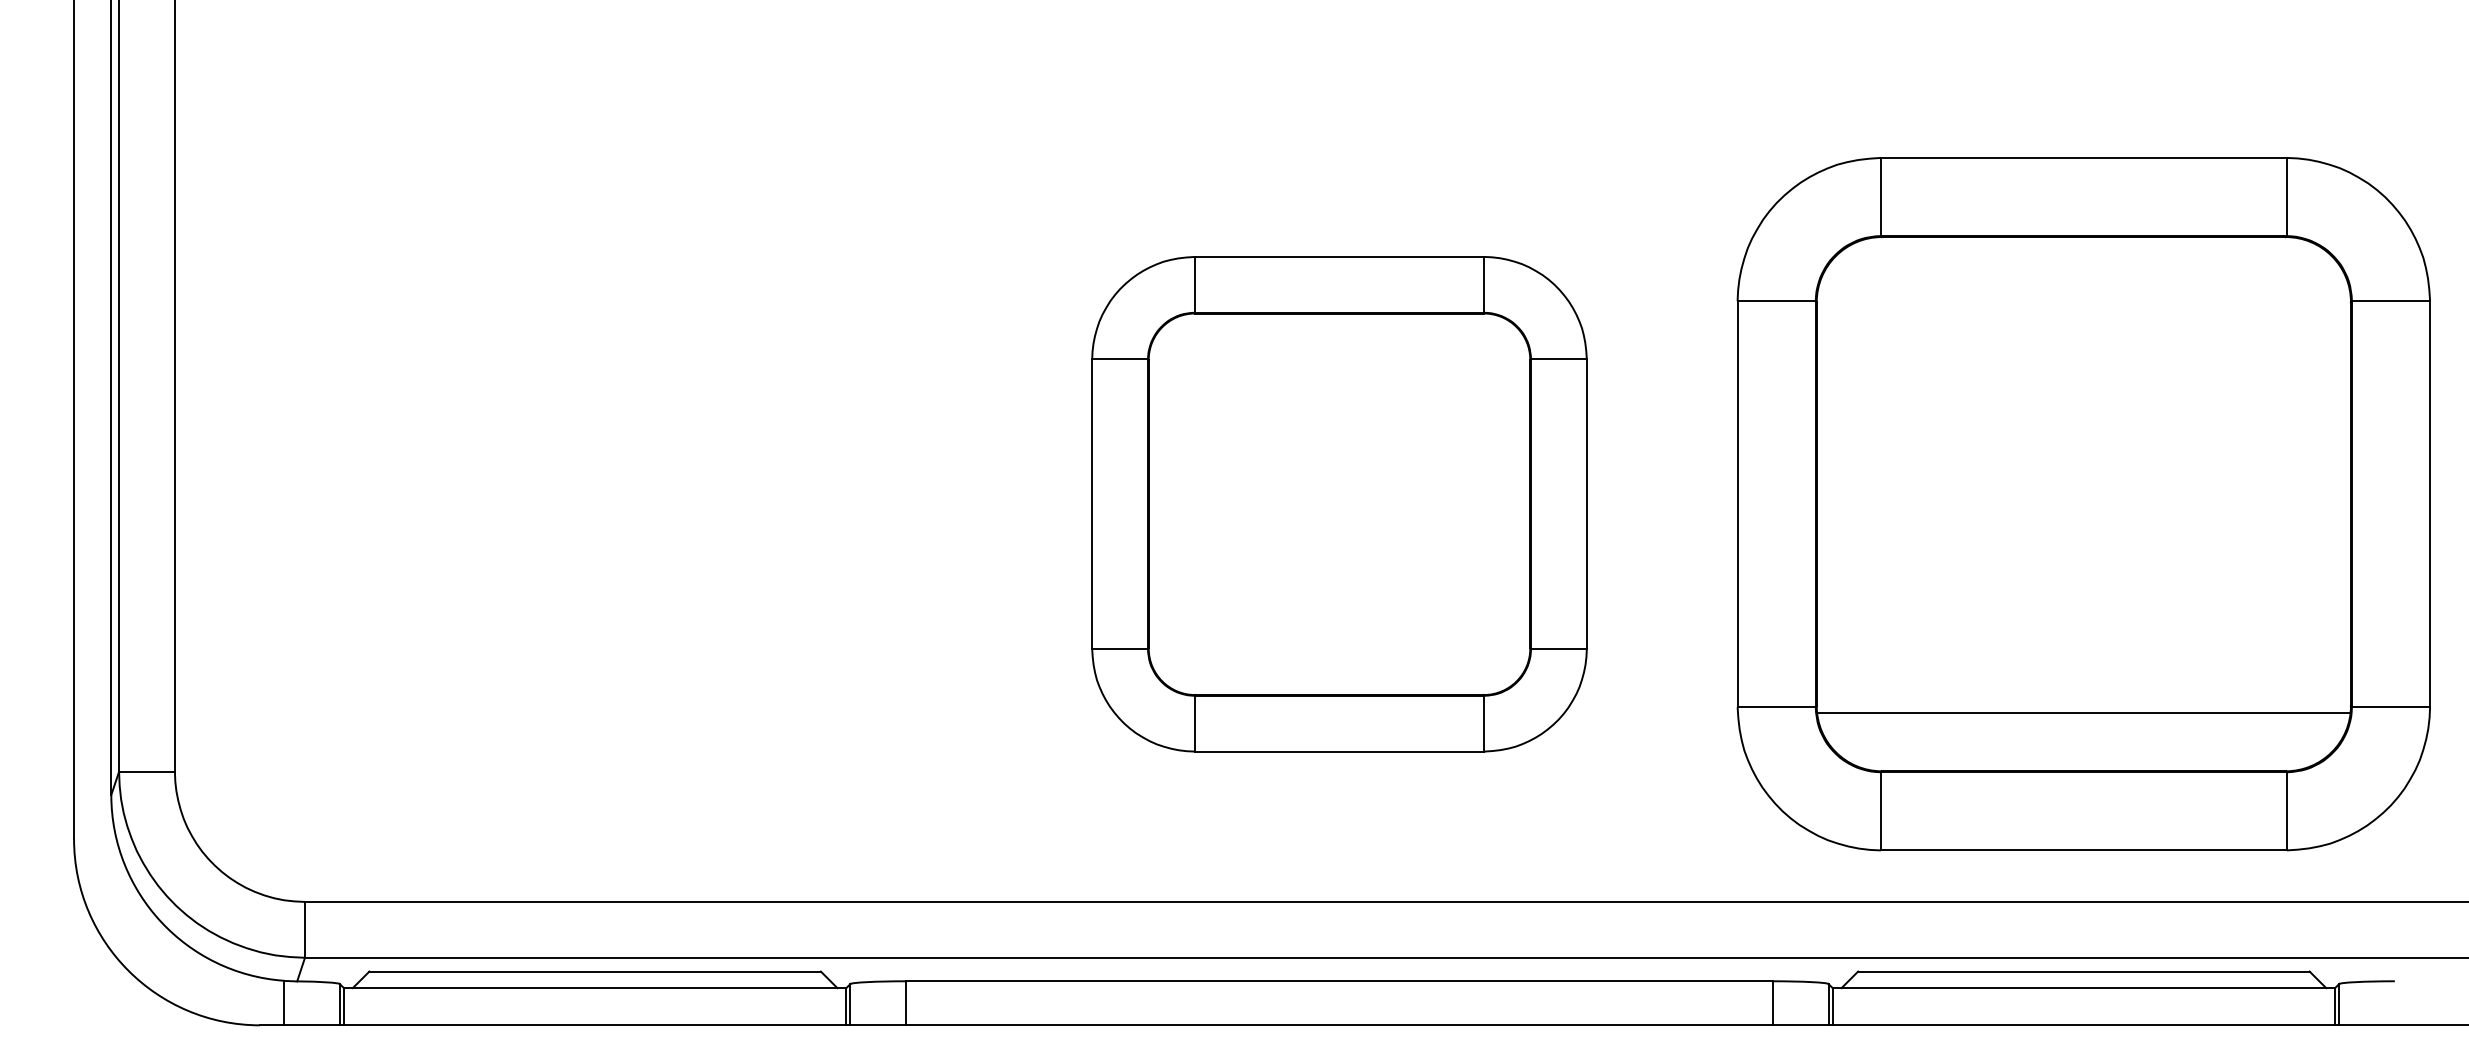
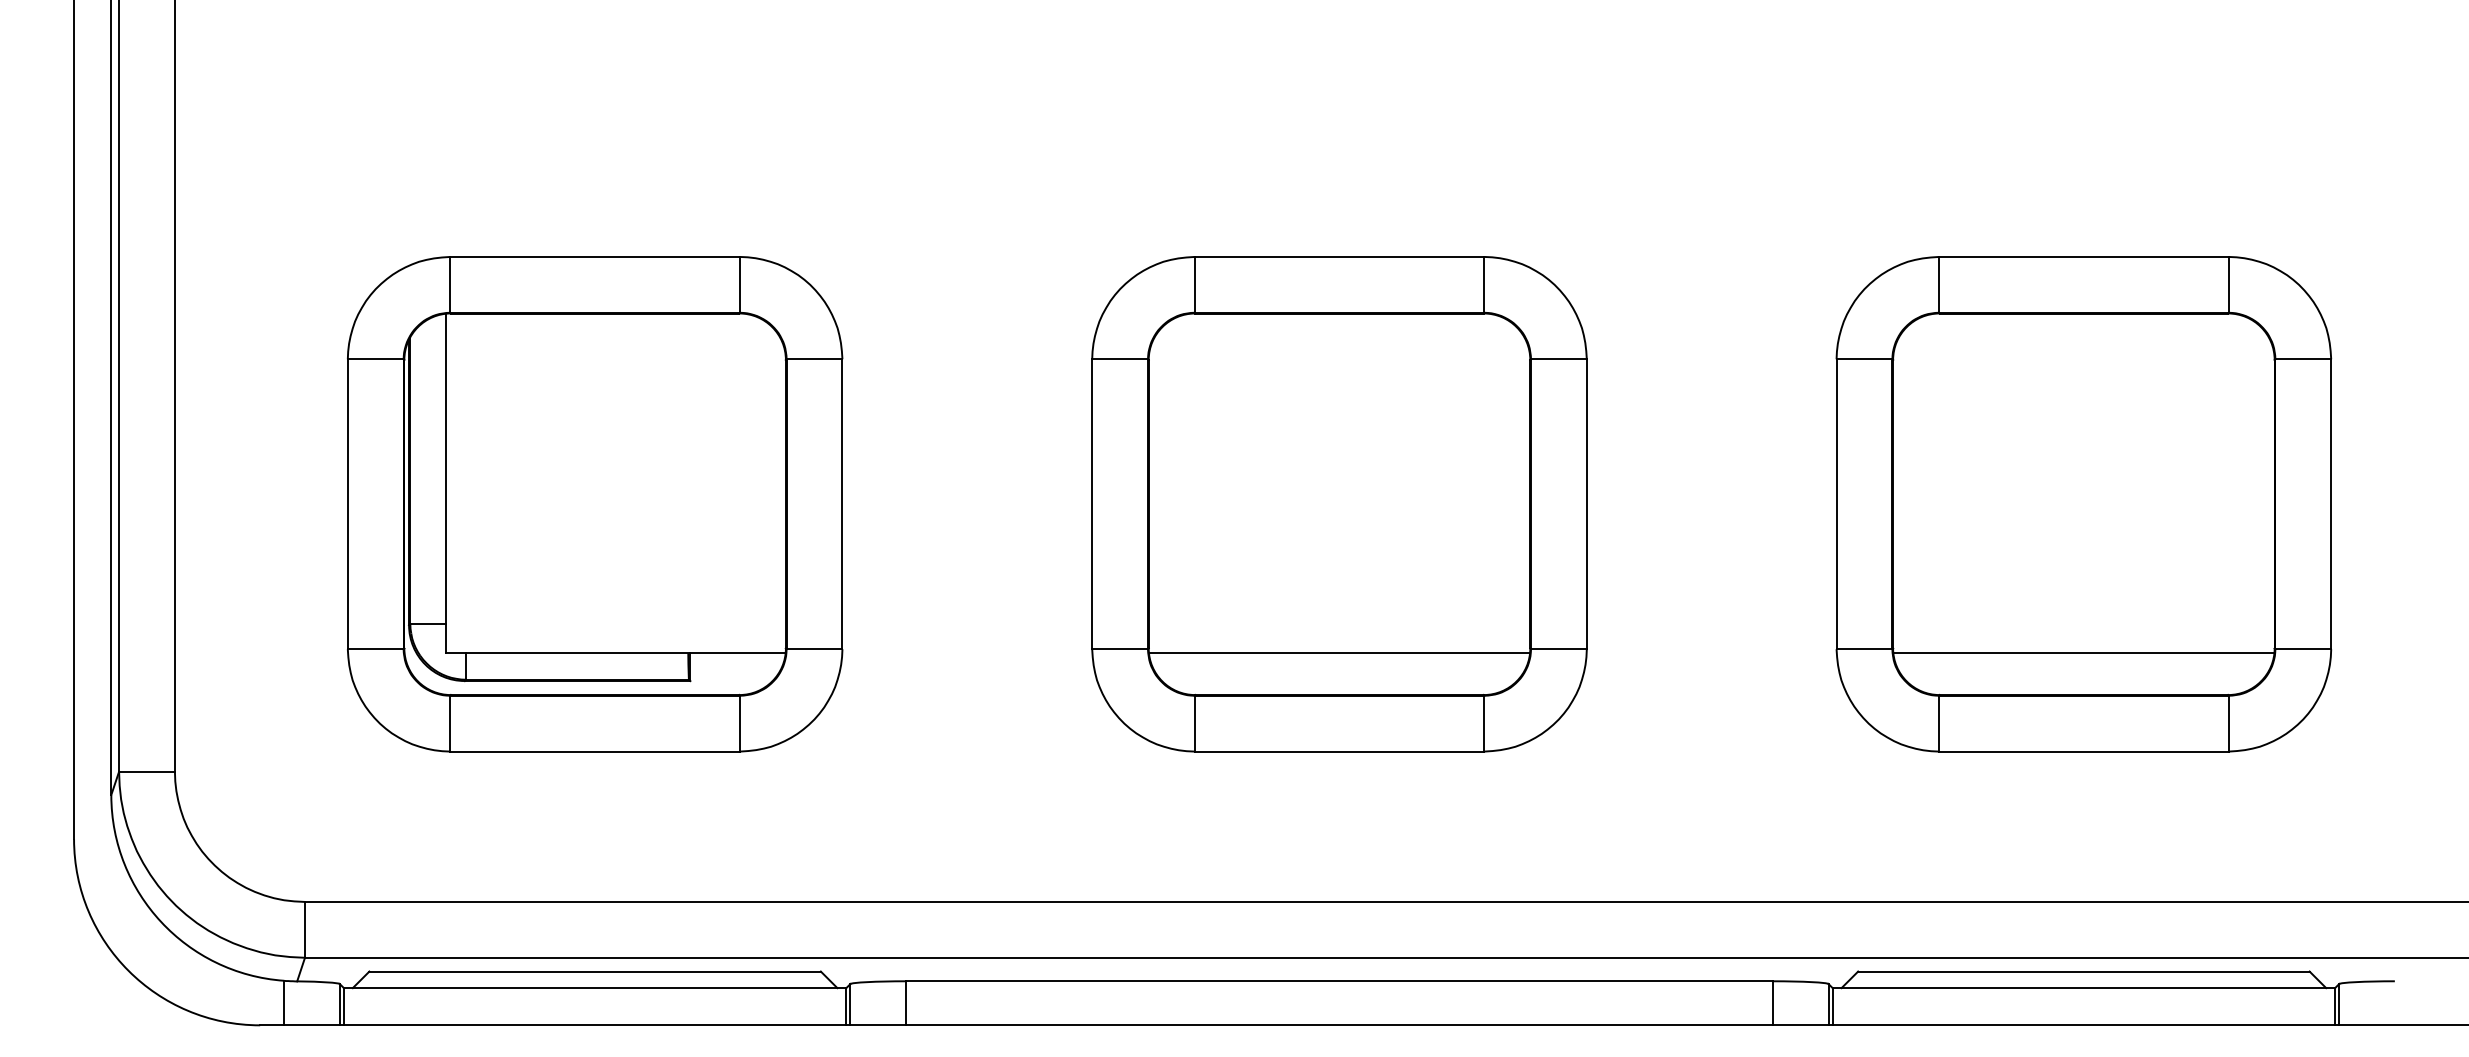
part at (595, 504): none -> present
part at (2083, 504) size: 695x695 px -> 498x497 px
line at (1339, 653): none -> present
